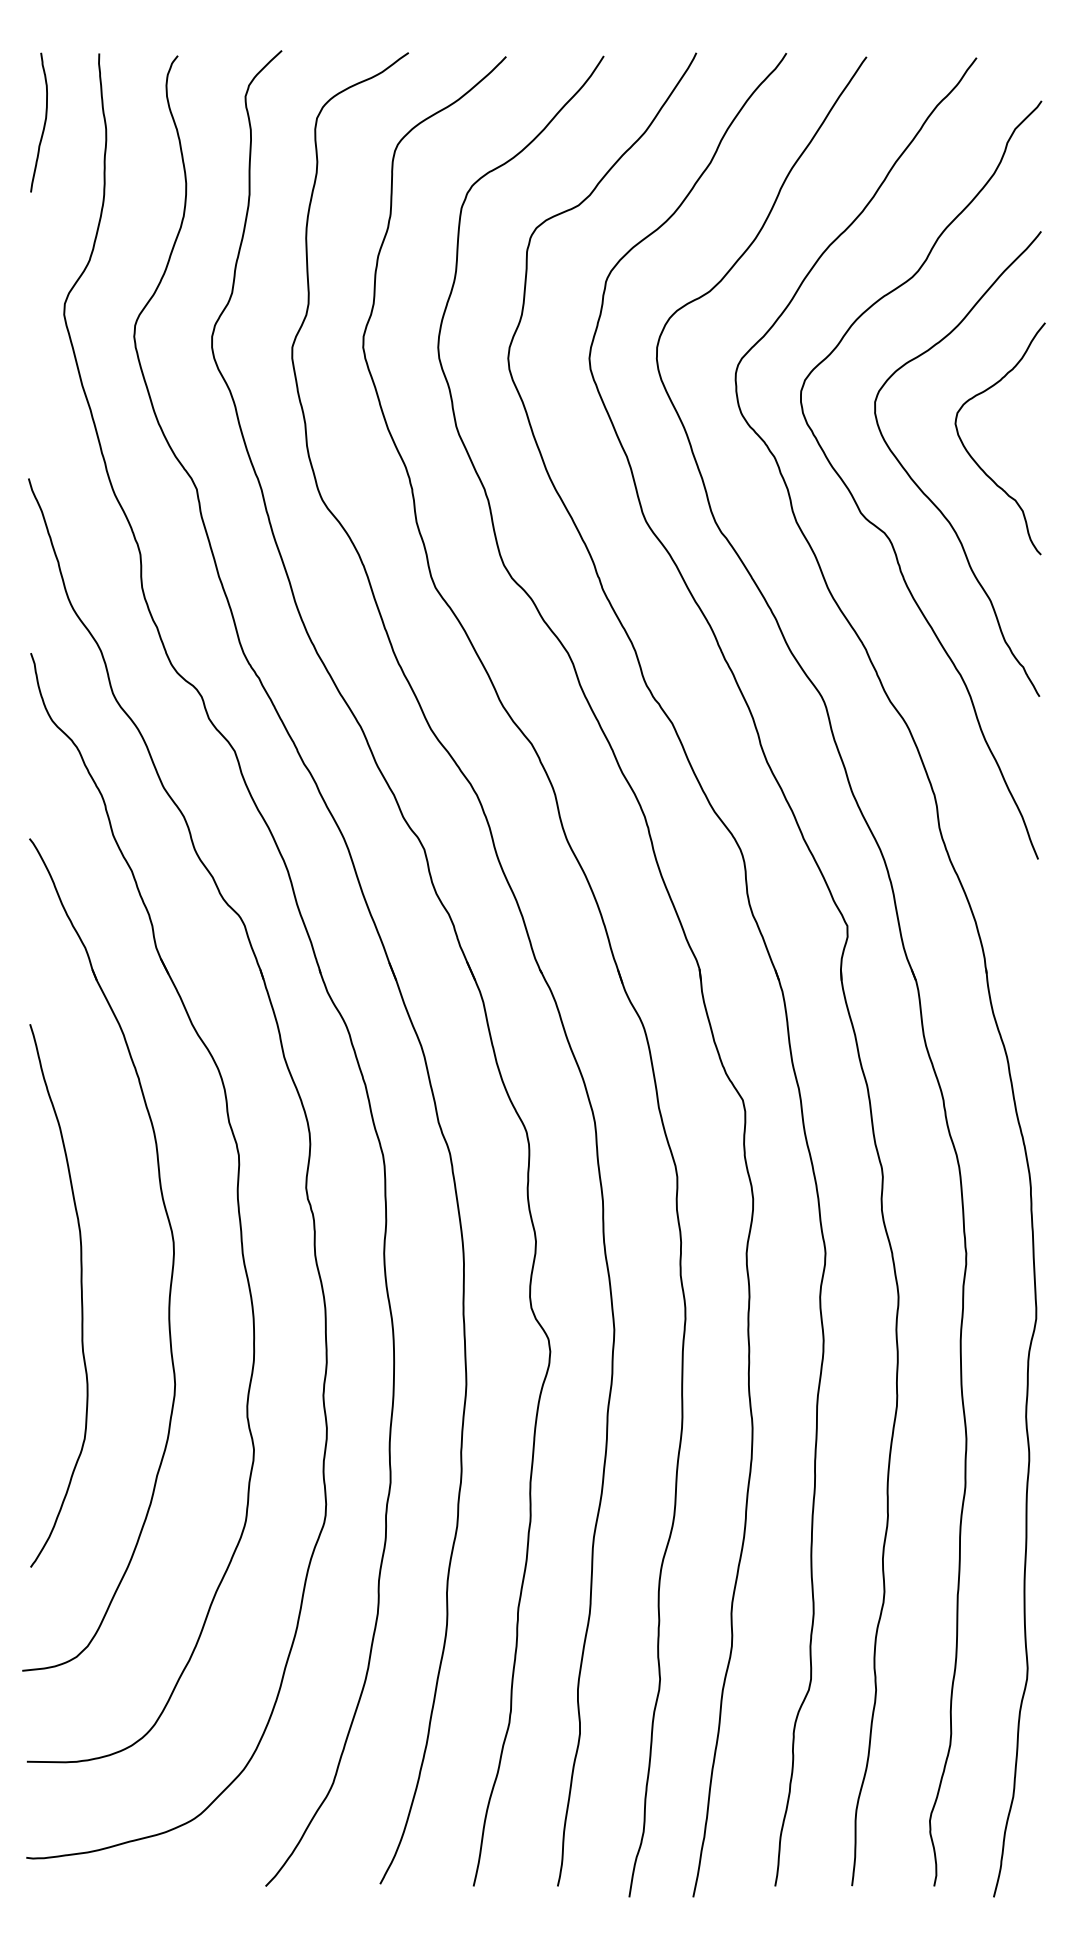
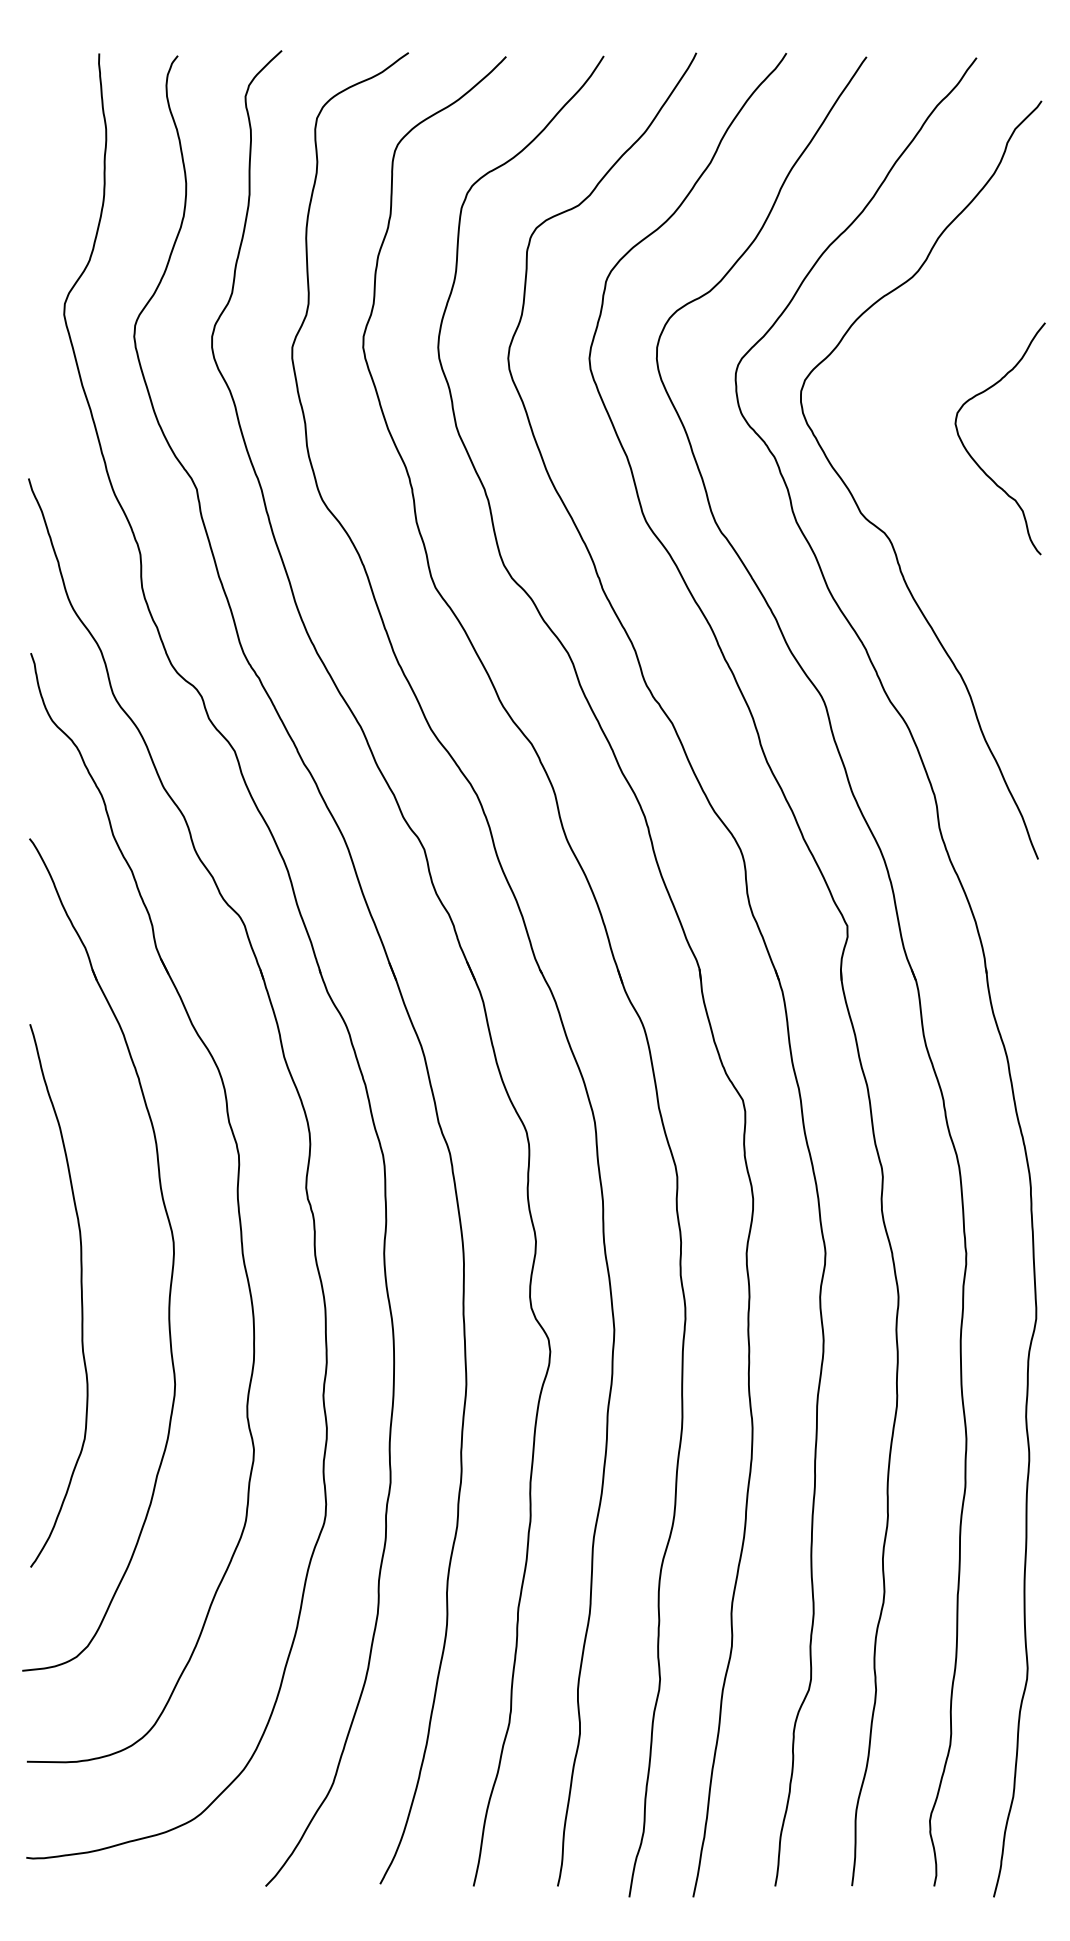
curve at (43, 124): present -> none
curve at (926, 494): present -> none
